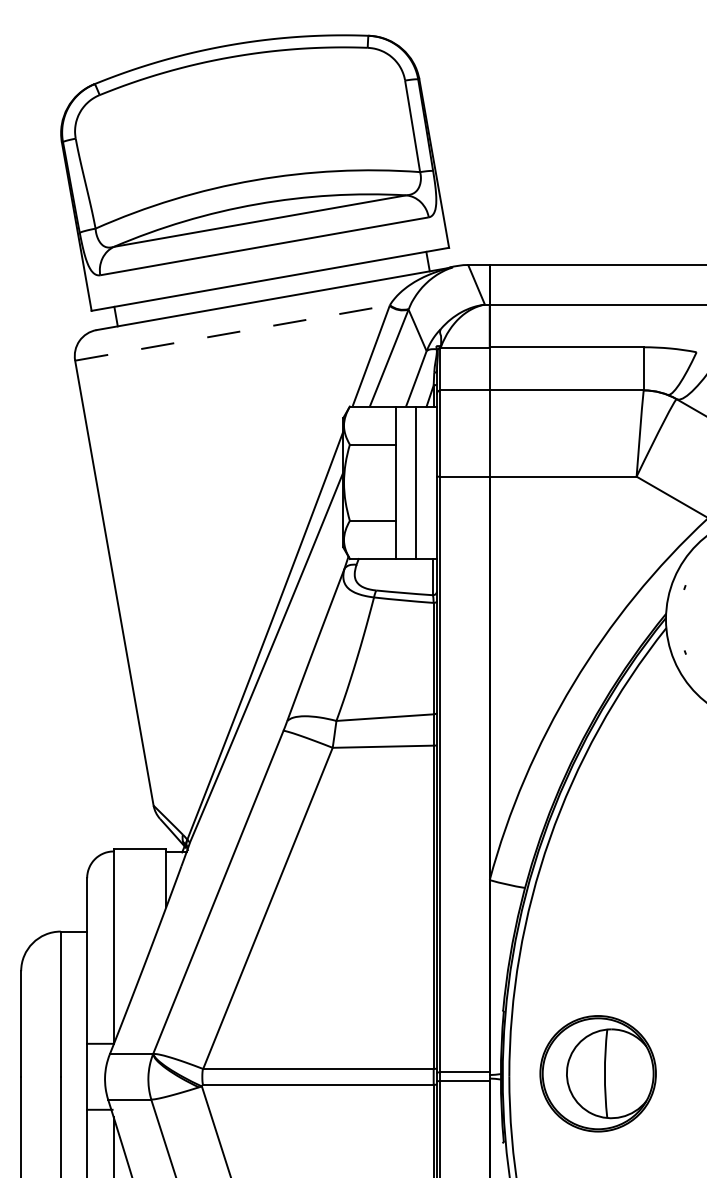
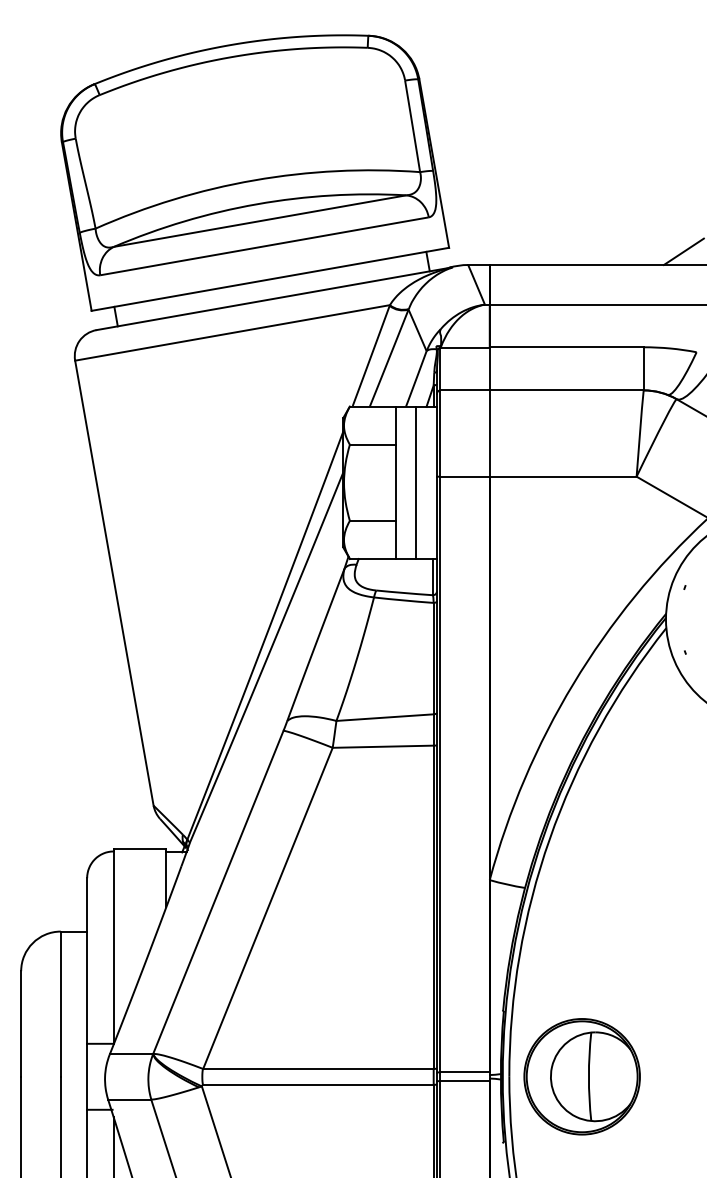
line at (683, 251): none -> present
line at (232, 332): dashed -> solid
part at (597, 1073) position: (597, 1073) -> (581, 1076)
